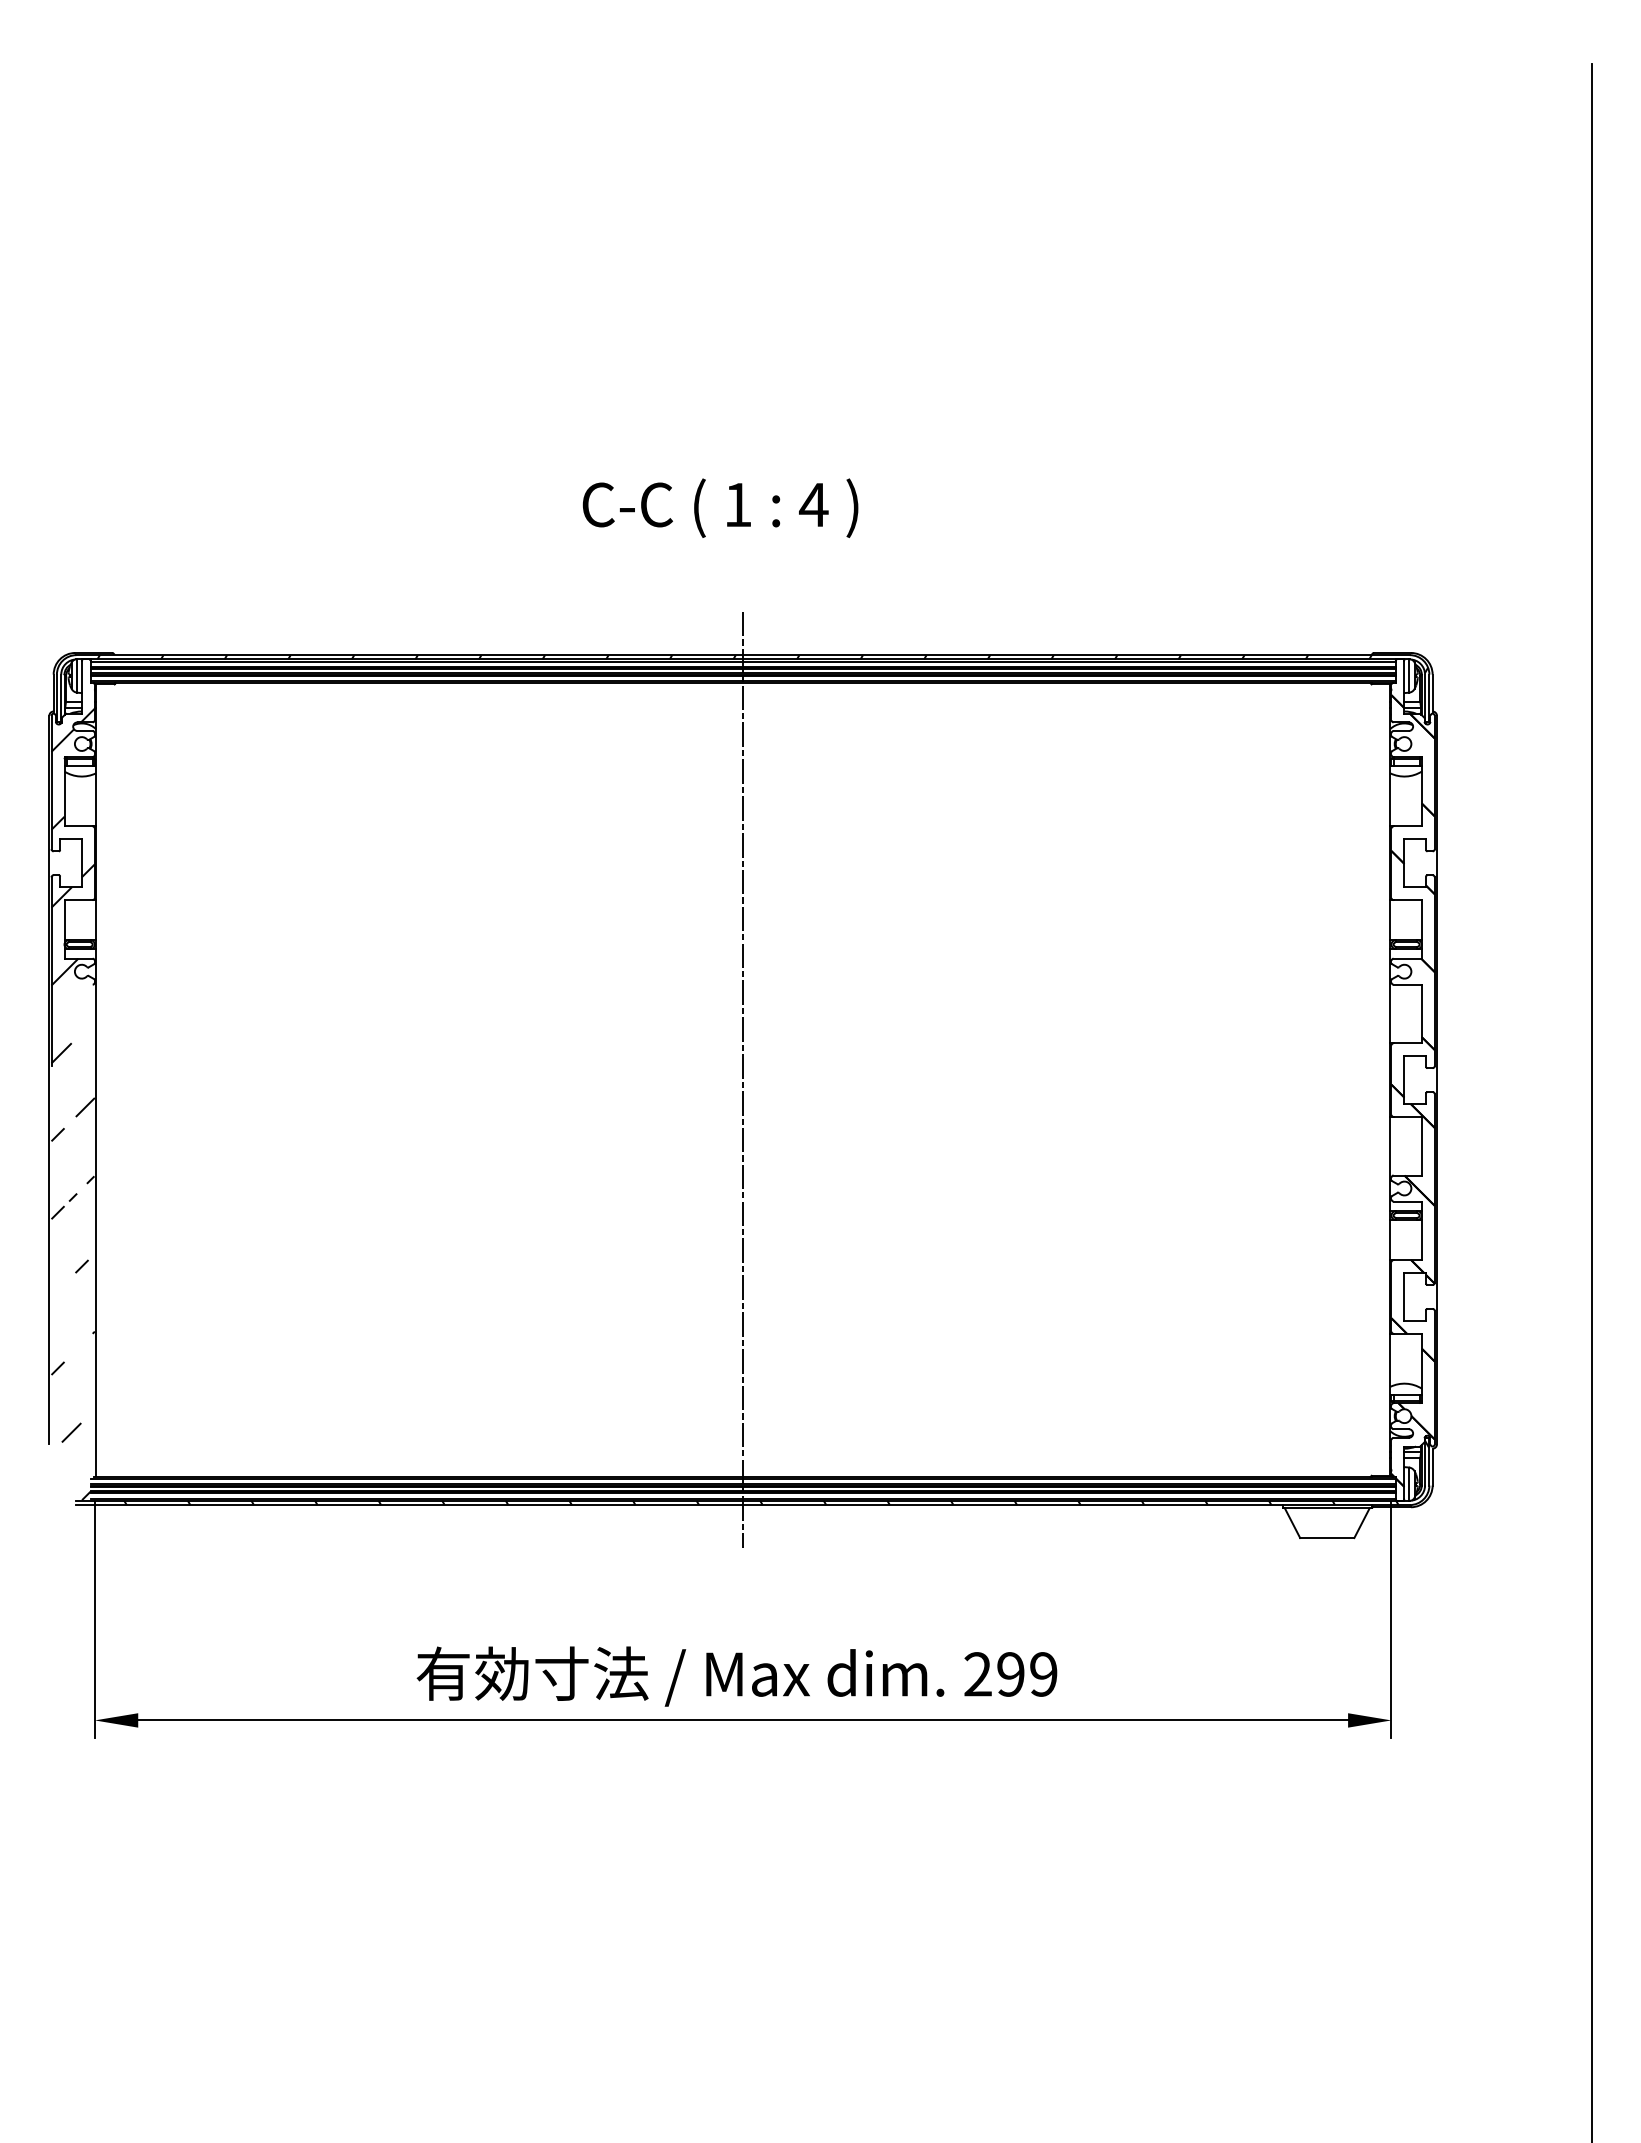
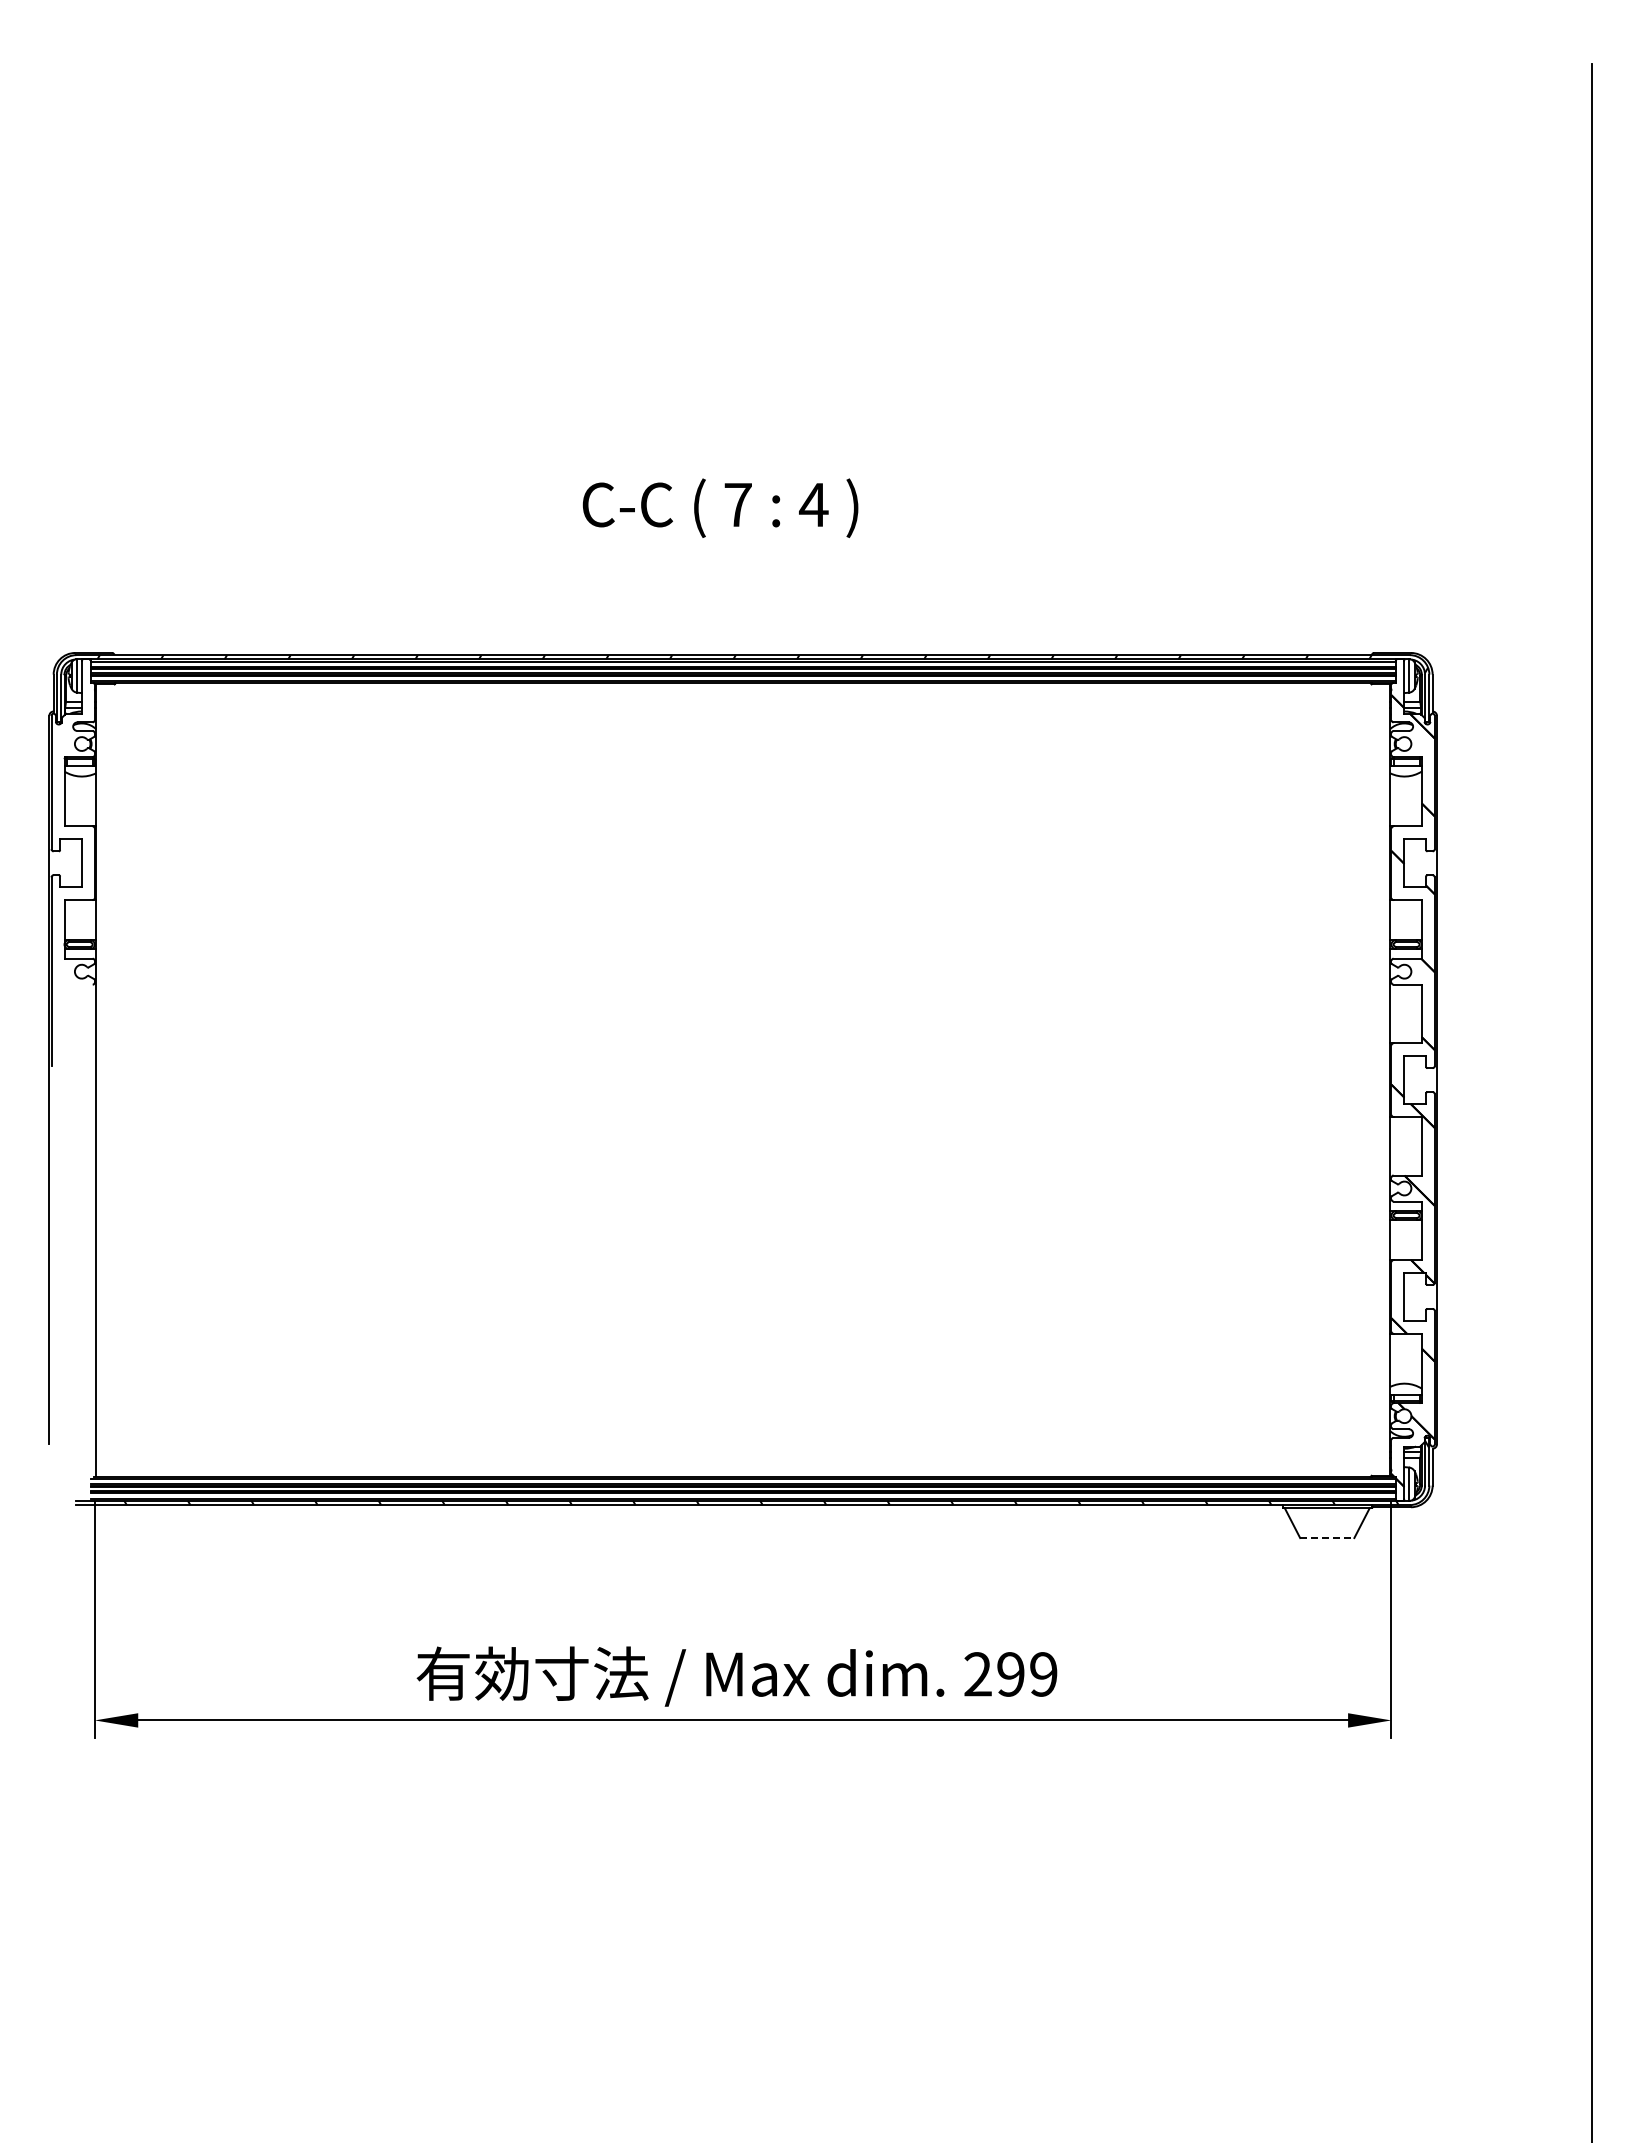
text at (737, 504): 1 -> 7
line at (743, 1079): present -> none
hatch at (72, 1104): present -> none
line at (1327, 1538): solid -> dashed
